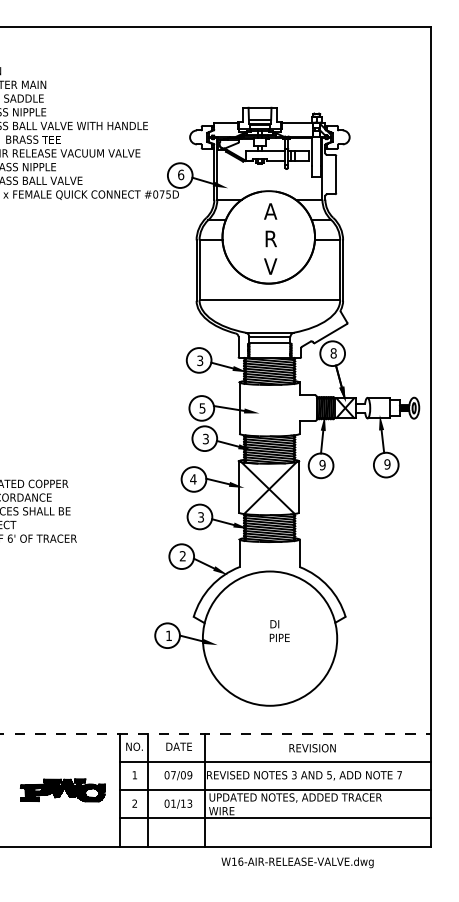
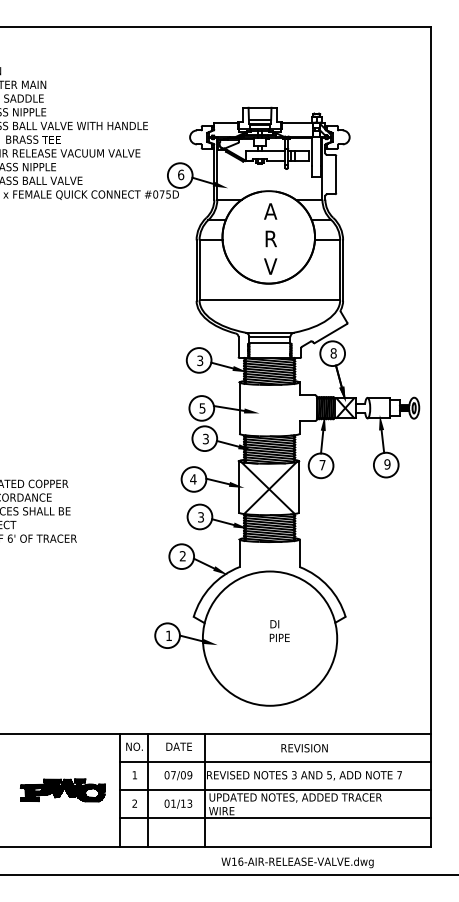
text at (322, 464): 9 -> 7
line at (215, 733): dashed -> solid
text at (312, 748) position: (312, 748) -> (304, 748)
line at (228, 874): none -> present
